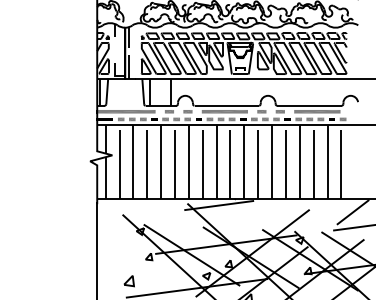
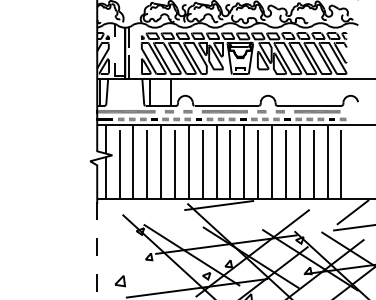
line at (97, 250): solid -> dashed
line at (128, 281) position: (128, 281) -> (119, 281)
